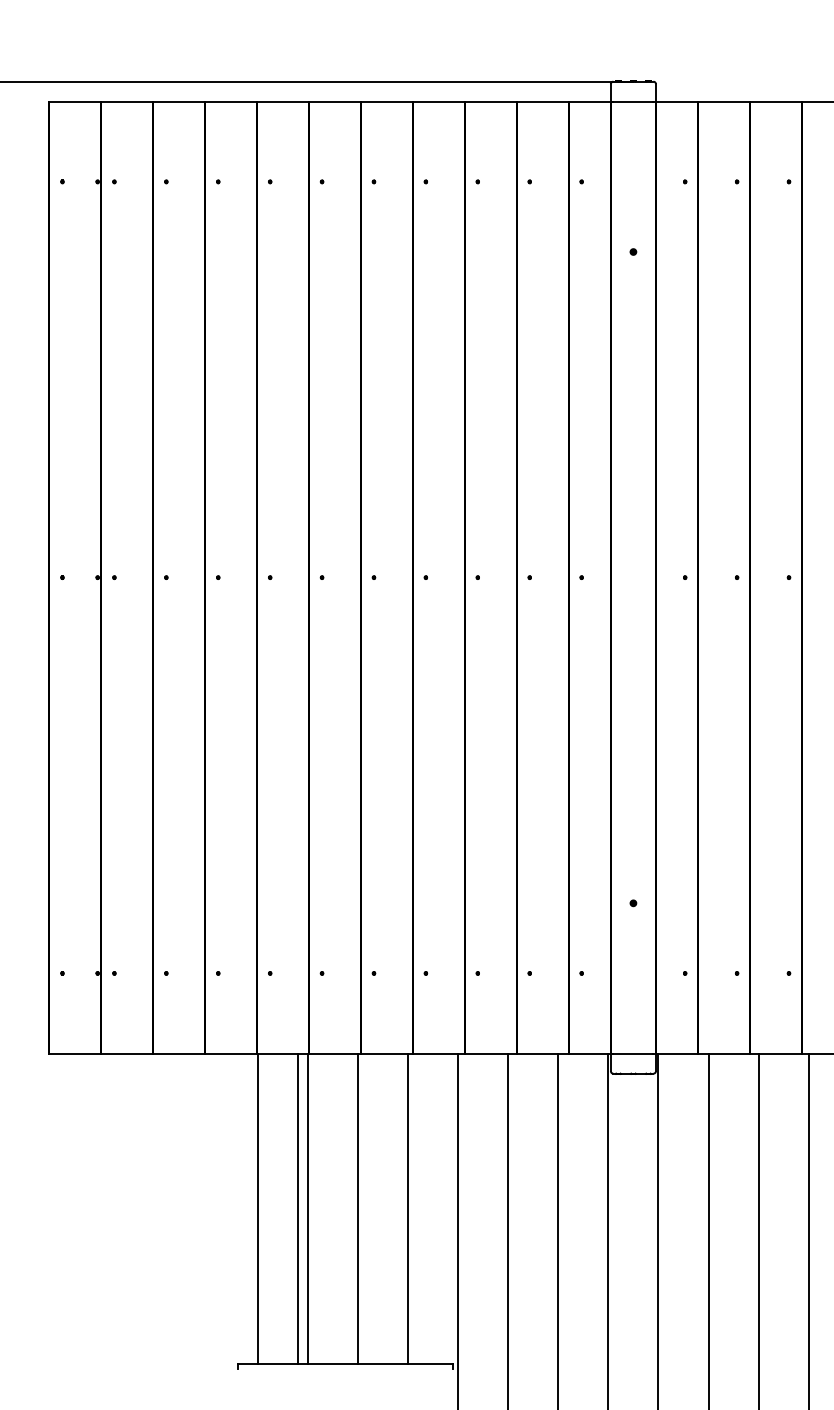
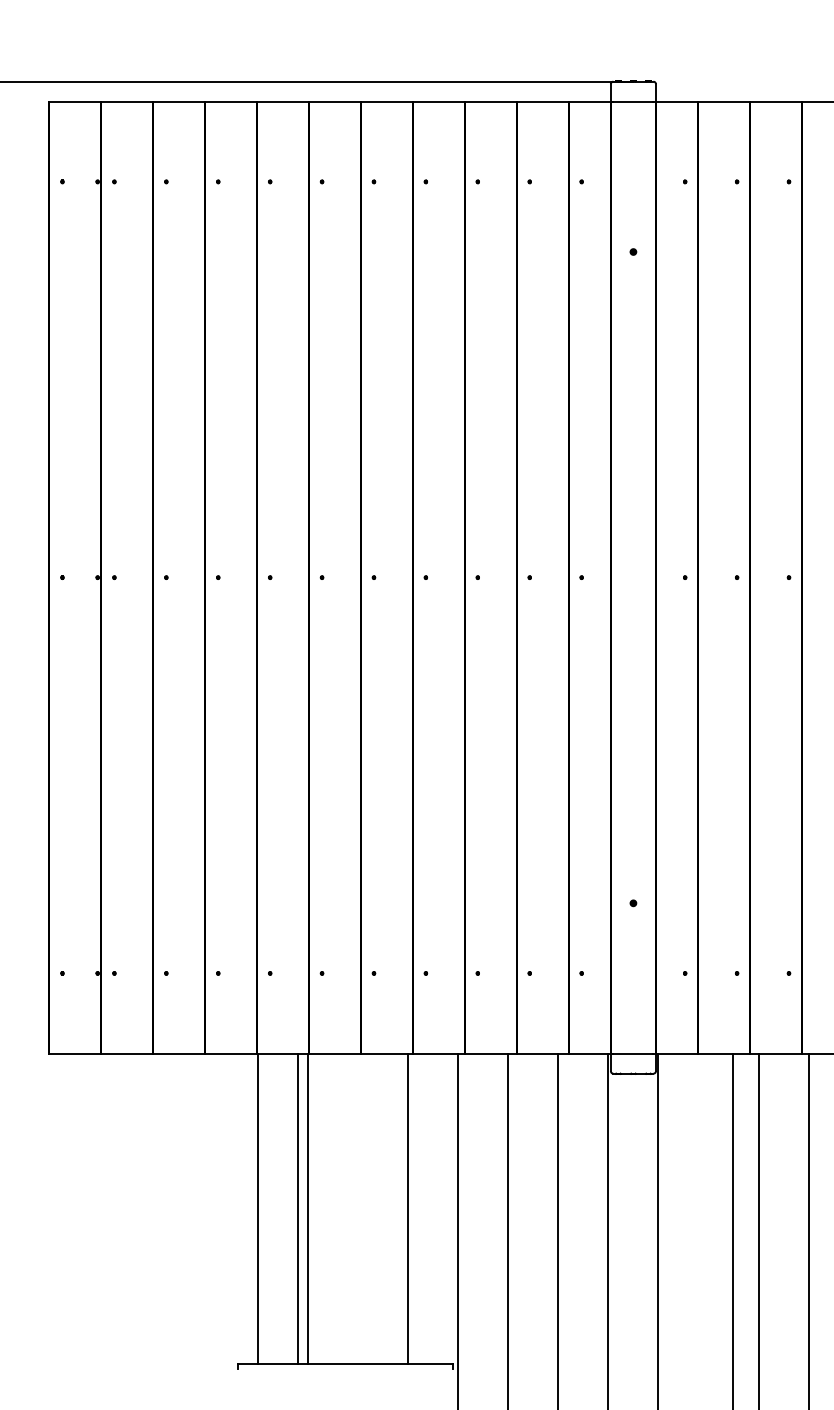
line at (357, 1208): present -> none
line at (708, 1229) position: (708, 1229) -> (732, 1229)
